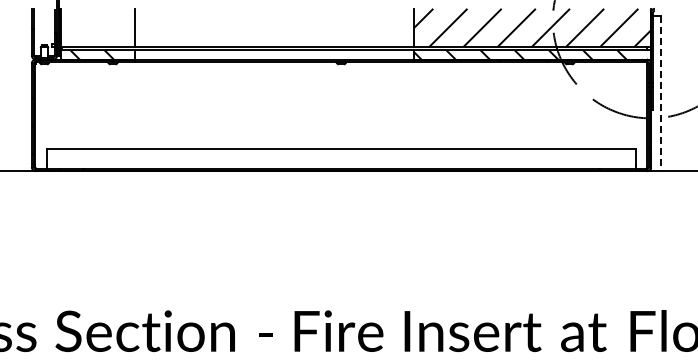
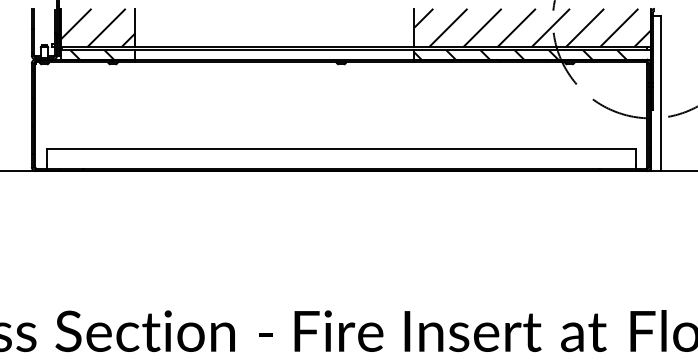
hatch at (98, 27): none -> present
line at (661, 93): dashed -> solid
